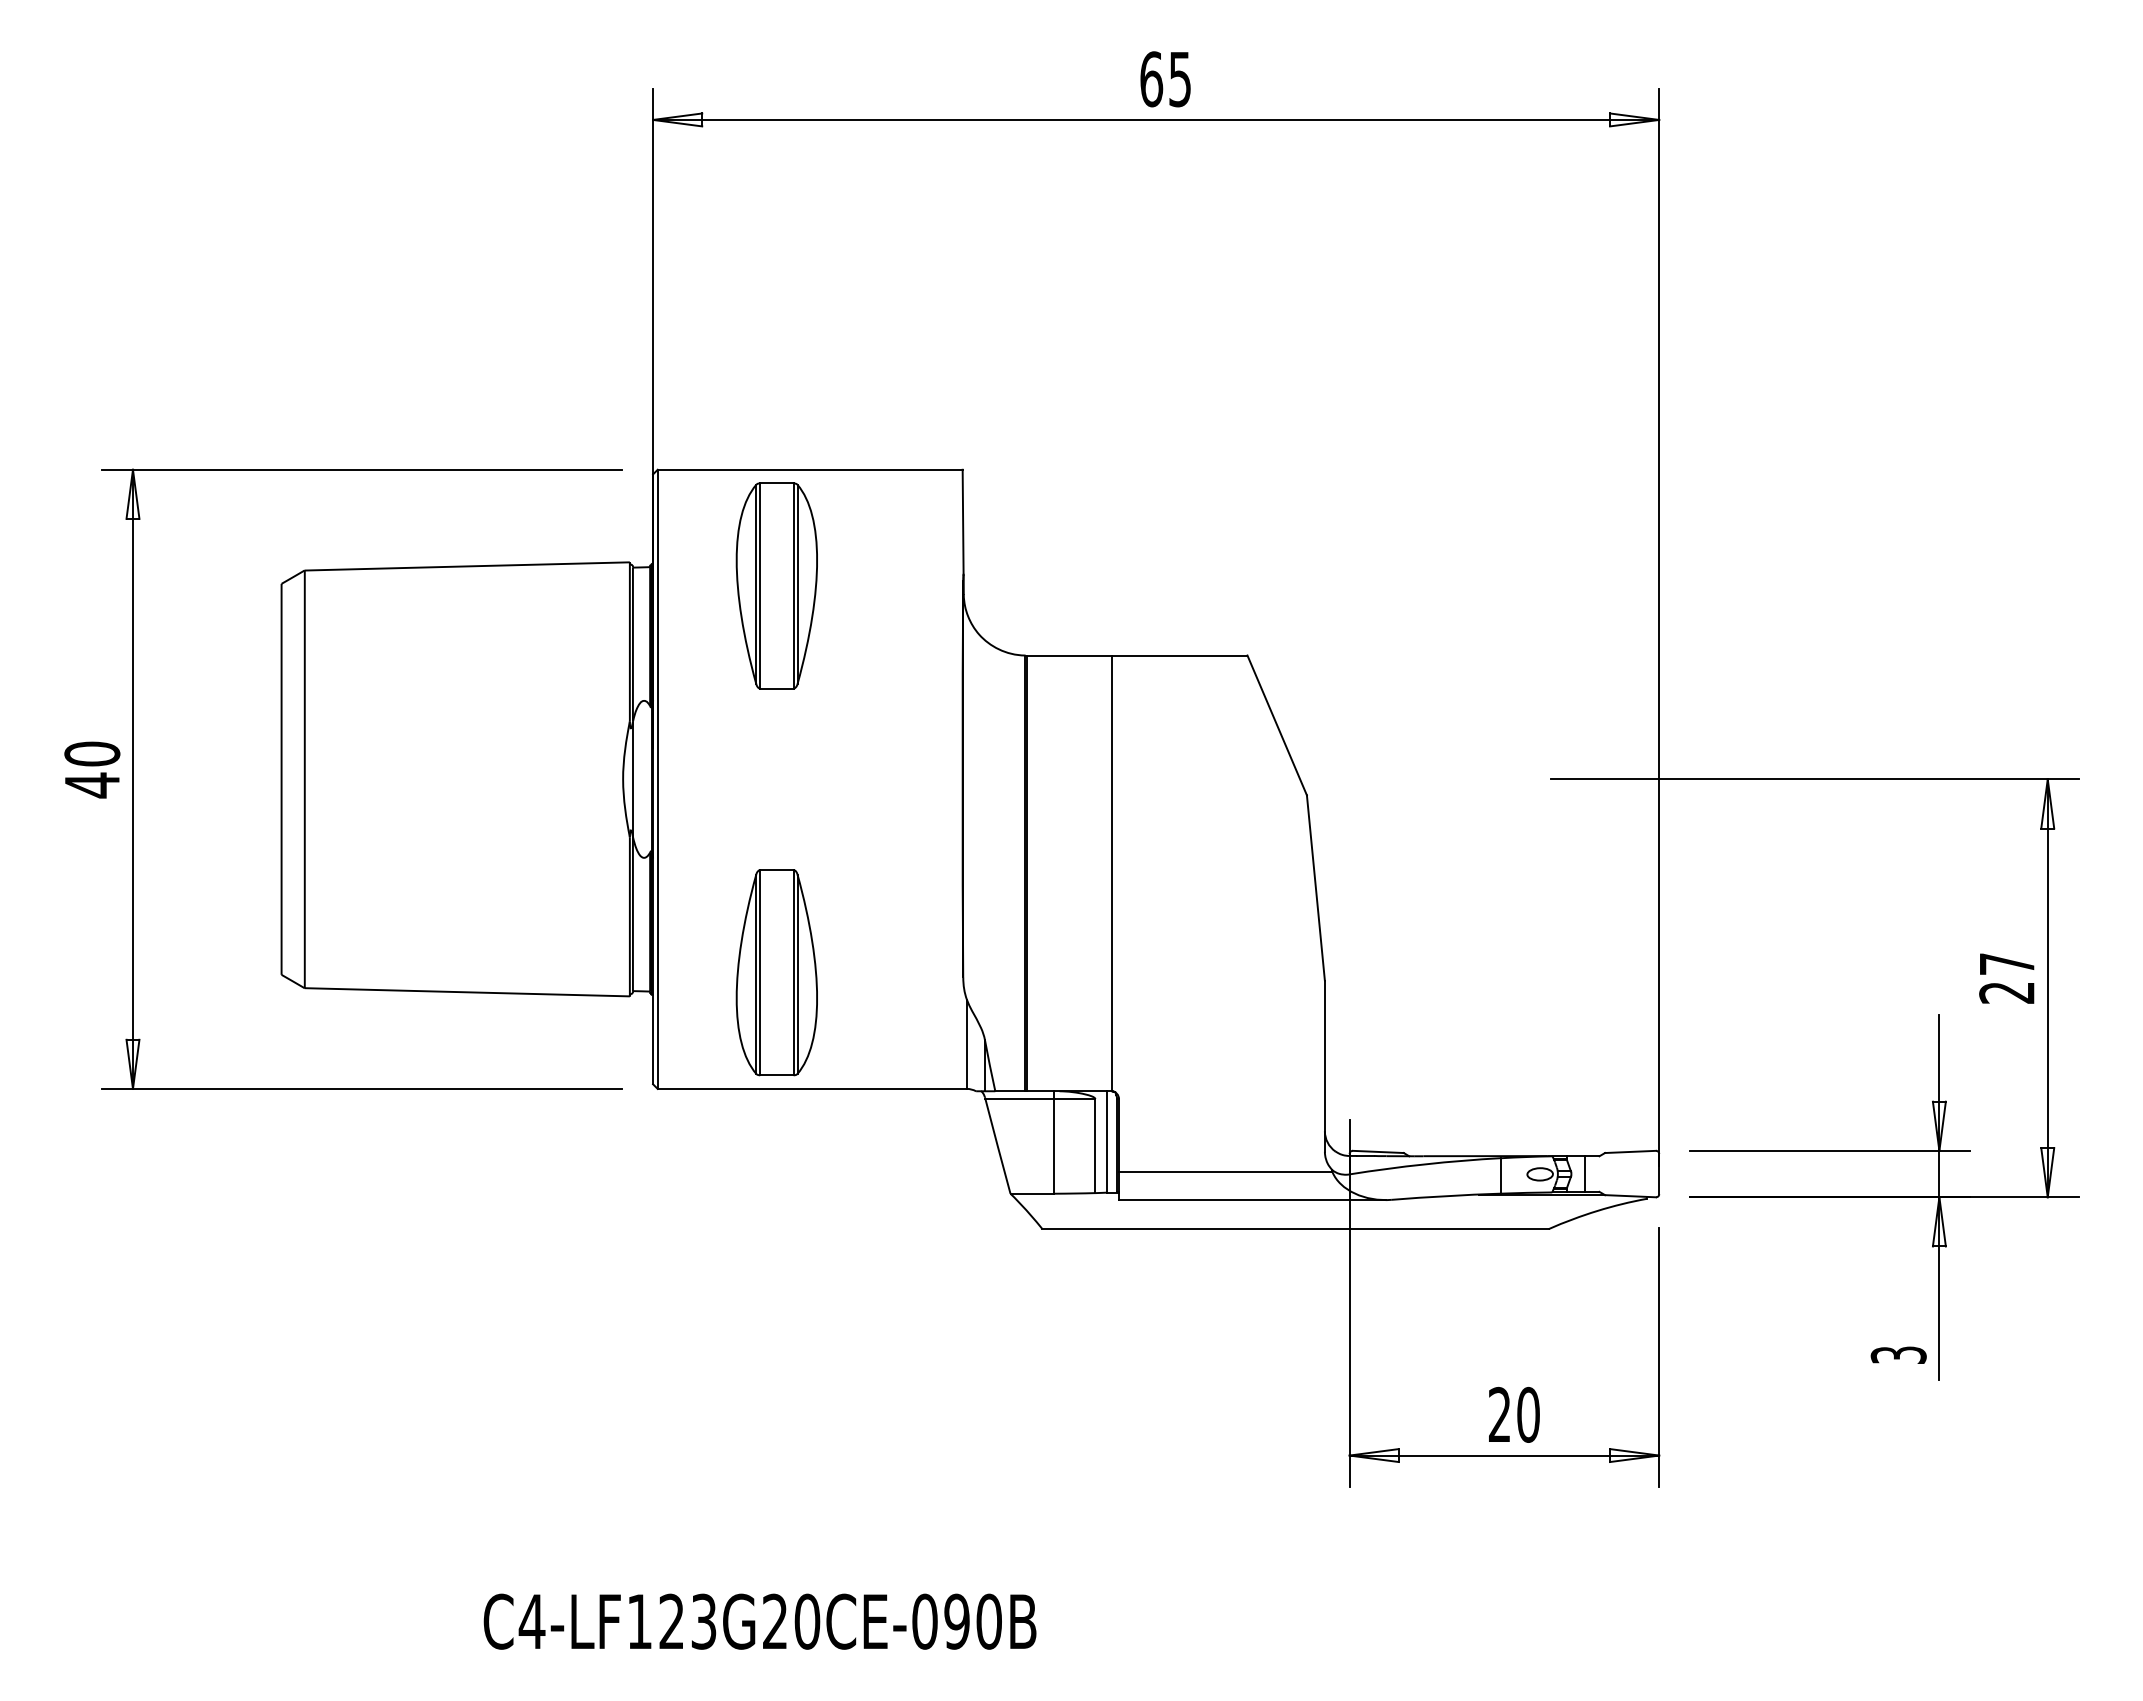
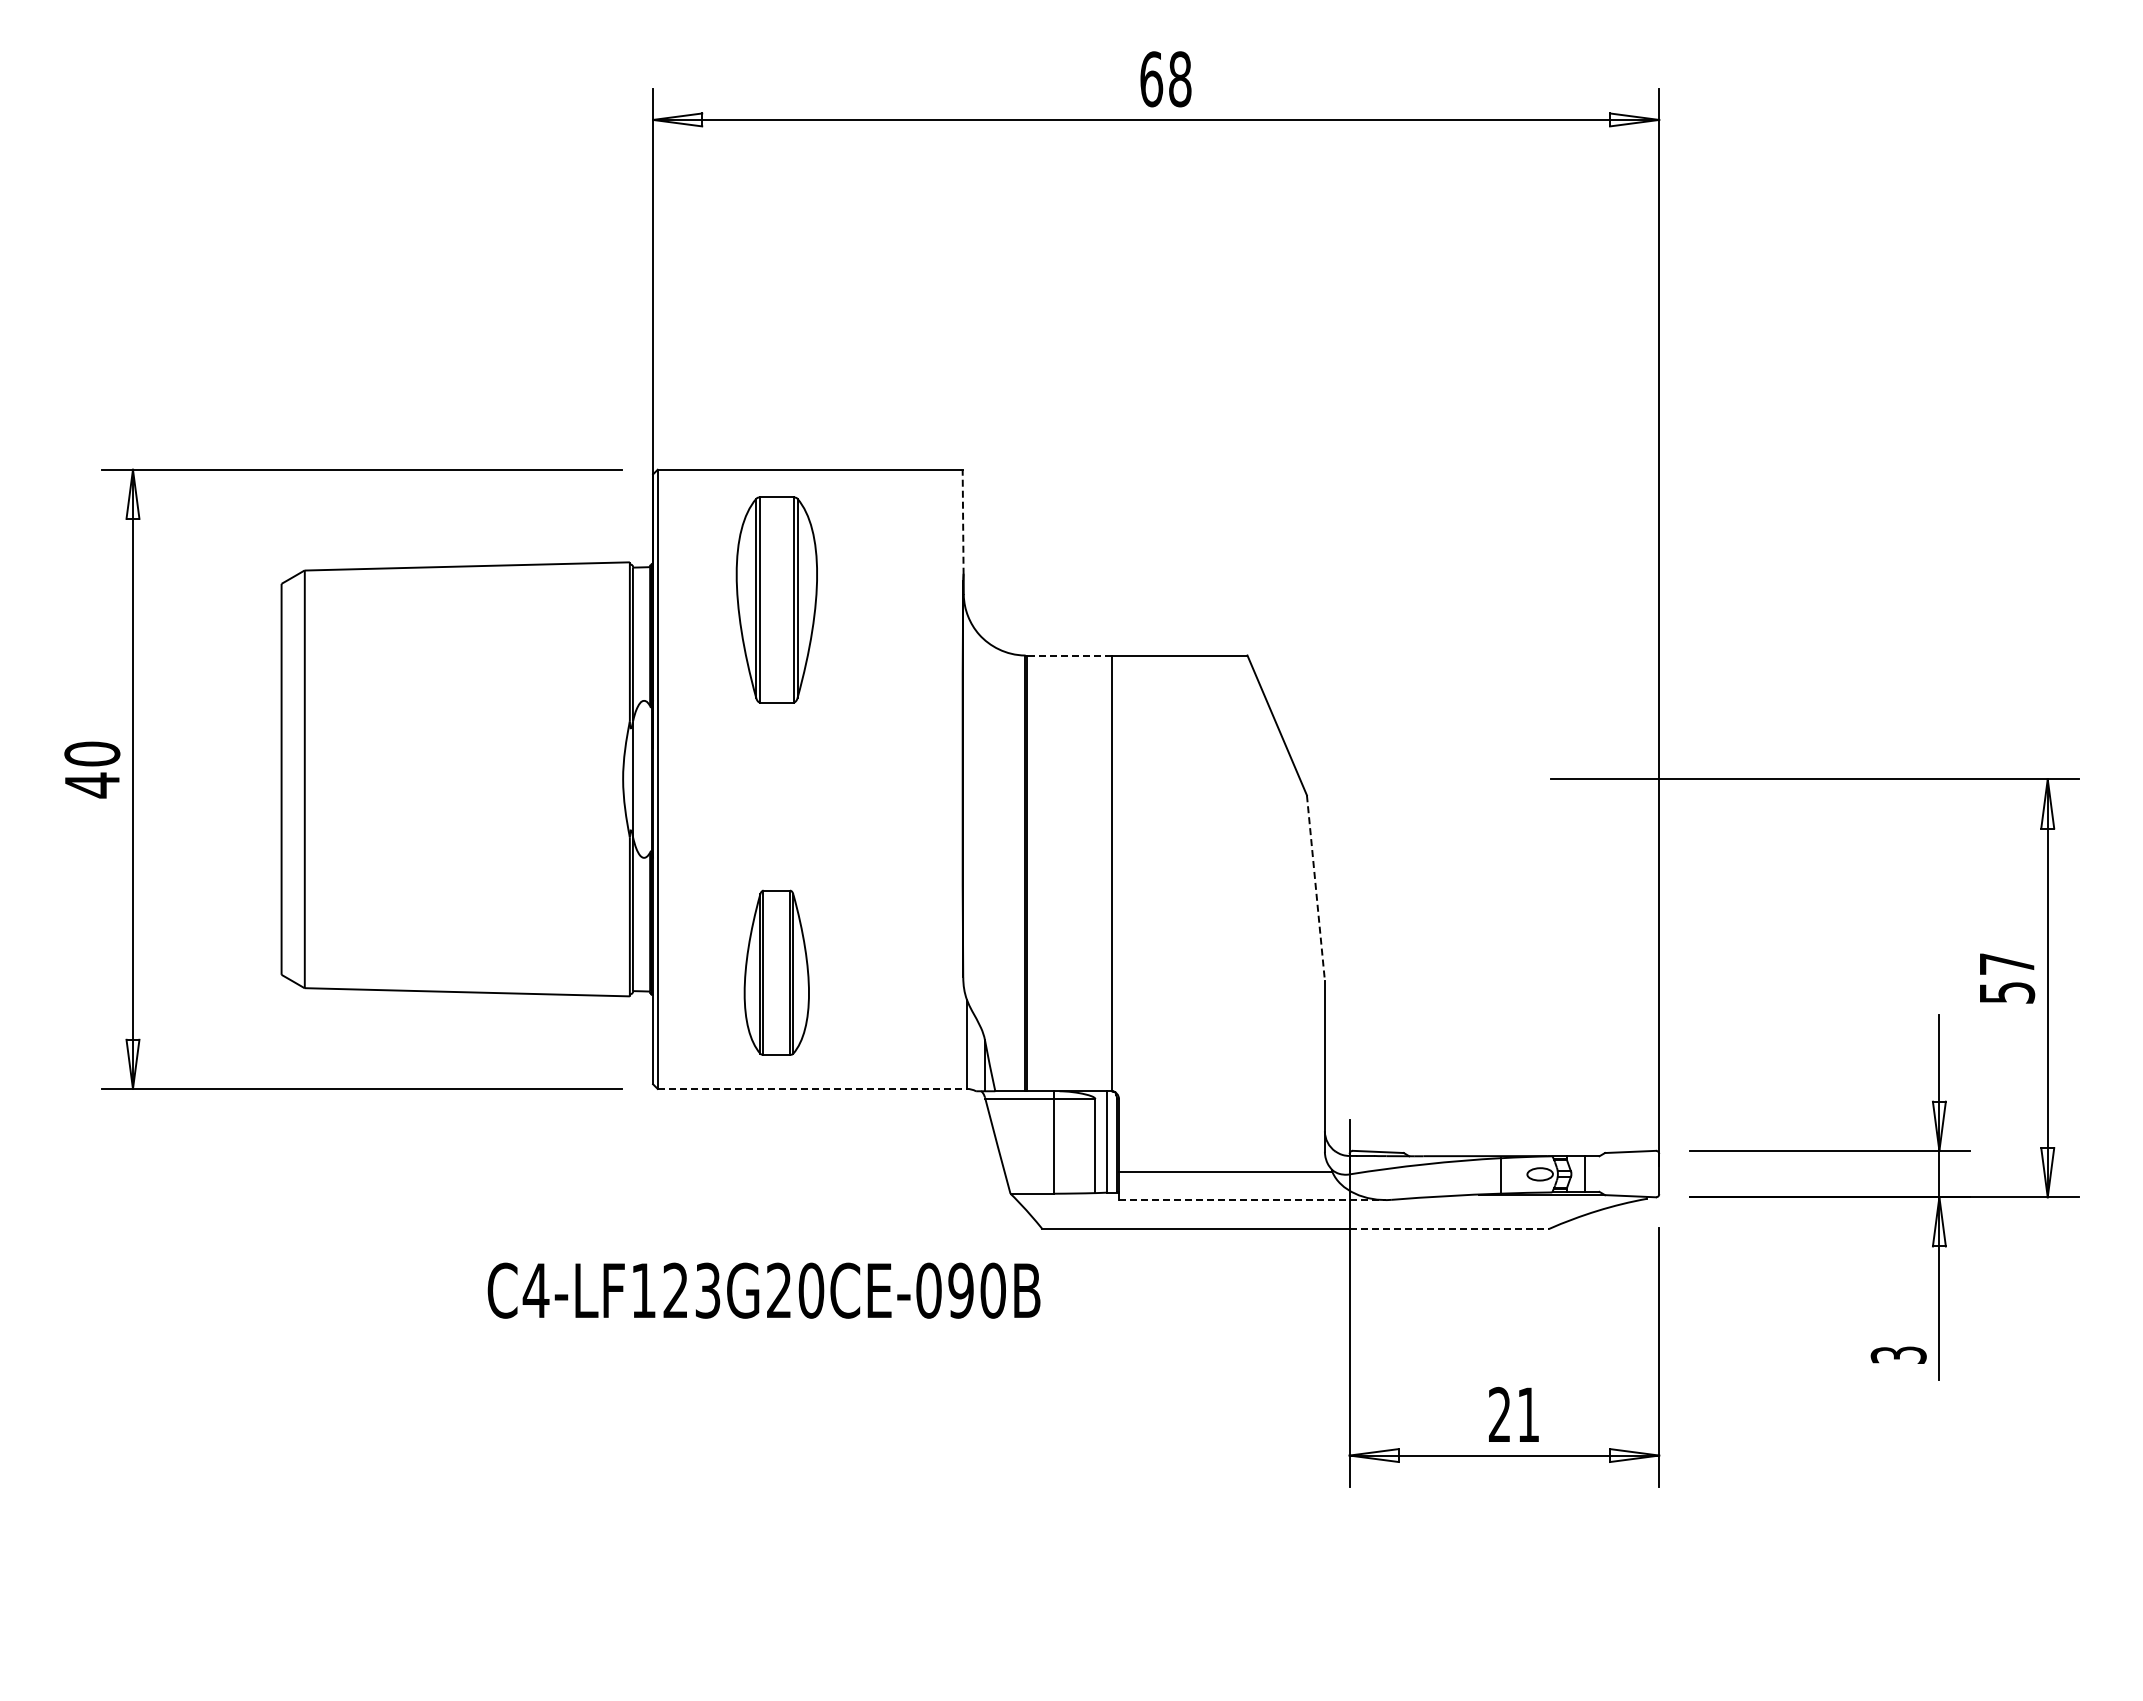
text at (1180, 79): 65 -> 68
line at (963, 521): solid -> dashed
part at (776, 585) position: (776, 585) -> (776, 599)
line at (1069, 655): solid -> dashed
line at (1315, 888): solid -> dashed
part at (776, 972) size: 83x208 px -> 67x167 px
text at (2007, 992): 27 -> 57
line at (812, 1088): solid -> dashed
line at (1252, 1200): solid -> dashed
line at (1449, 1229): solid -> dashed
text at (1528, 1414): 20 -> 21
text at (759, 1621) position: (759, 1621) -> (763, 1290)
